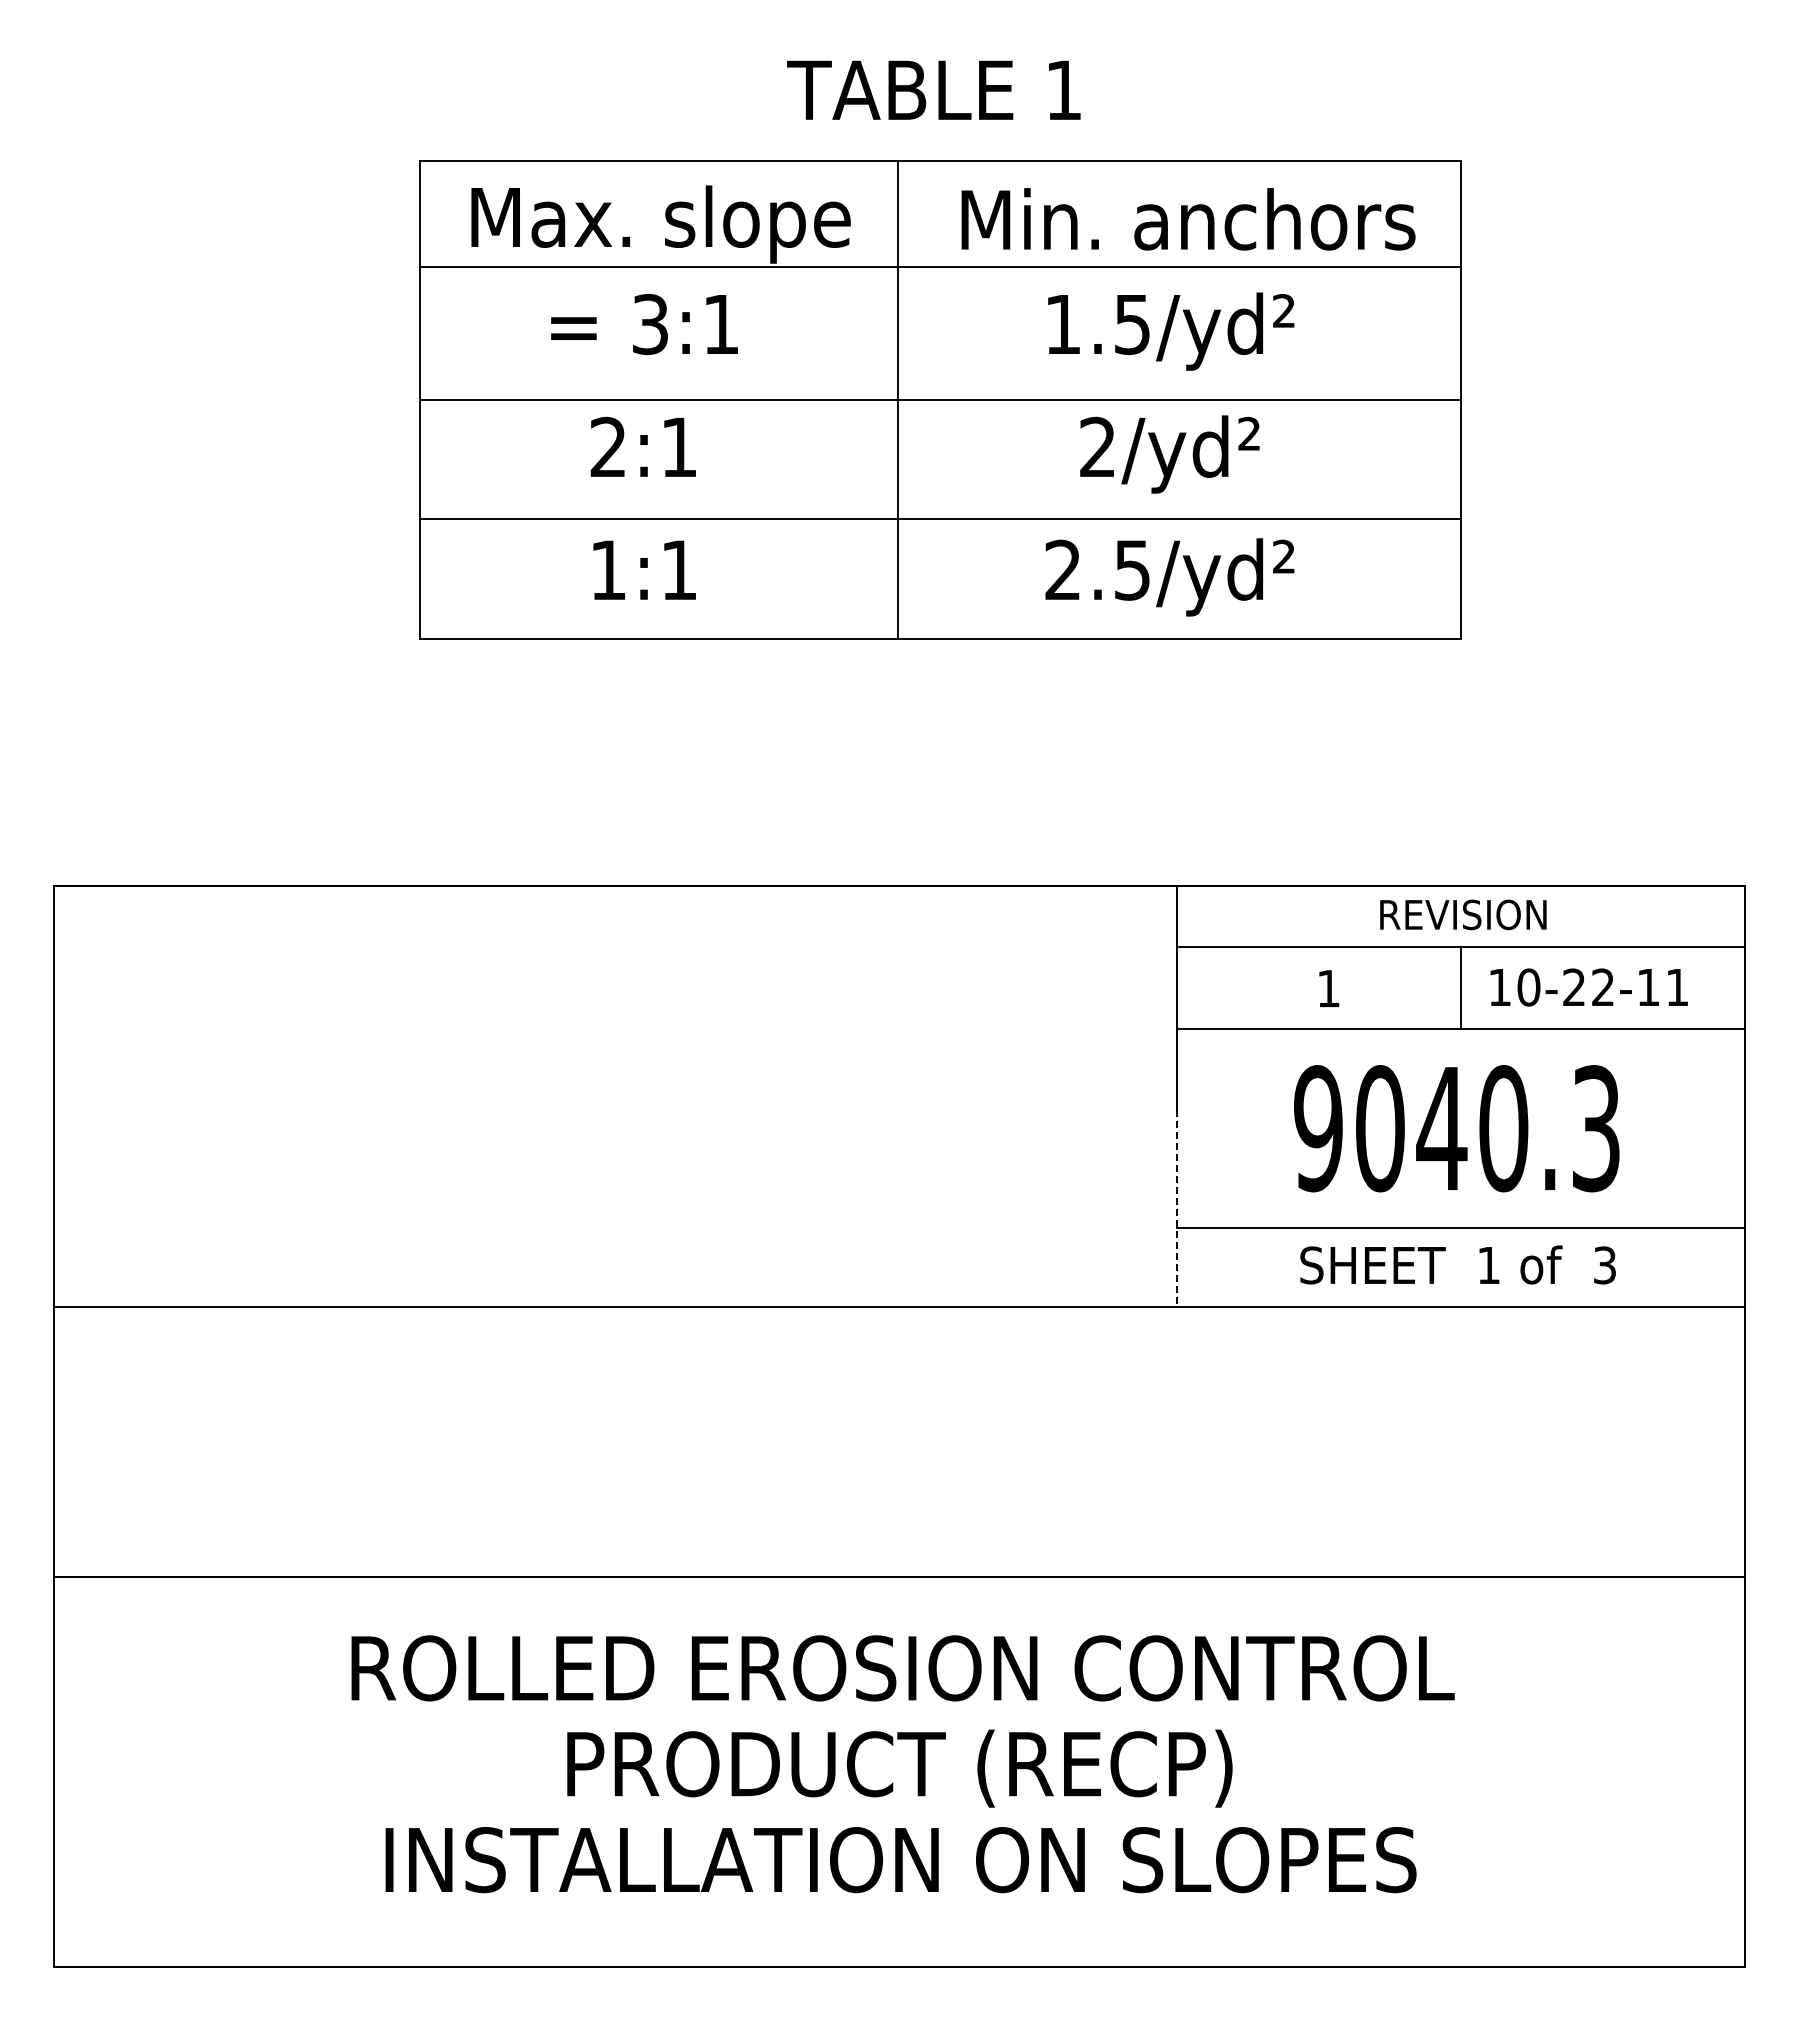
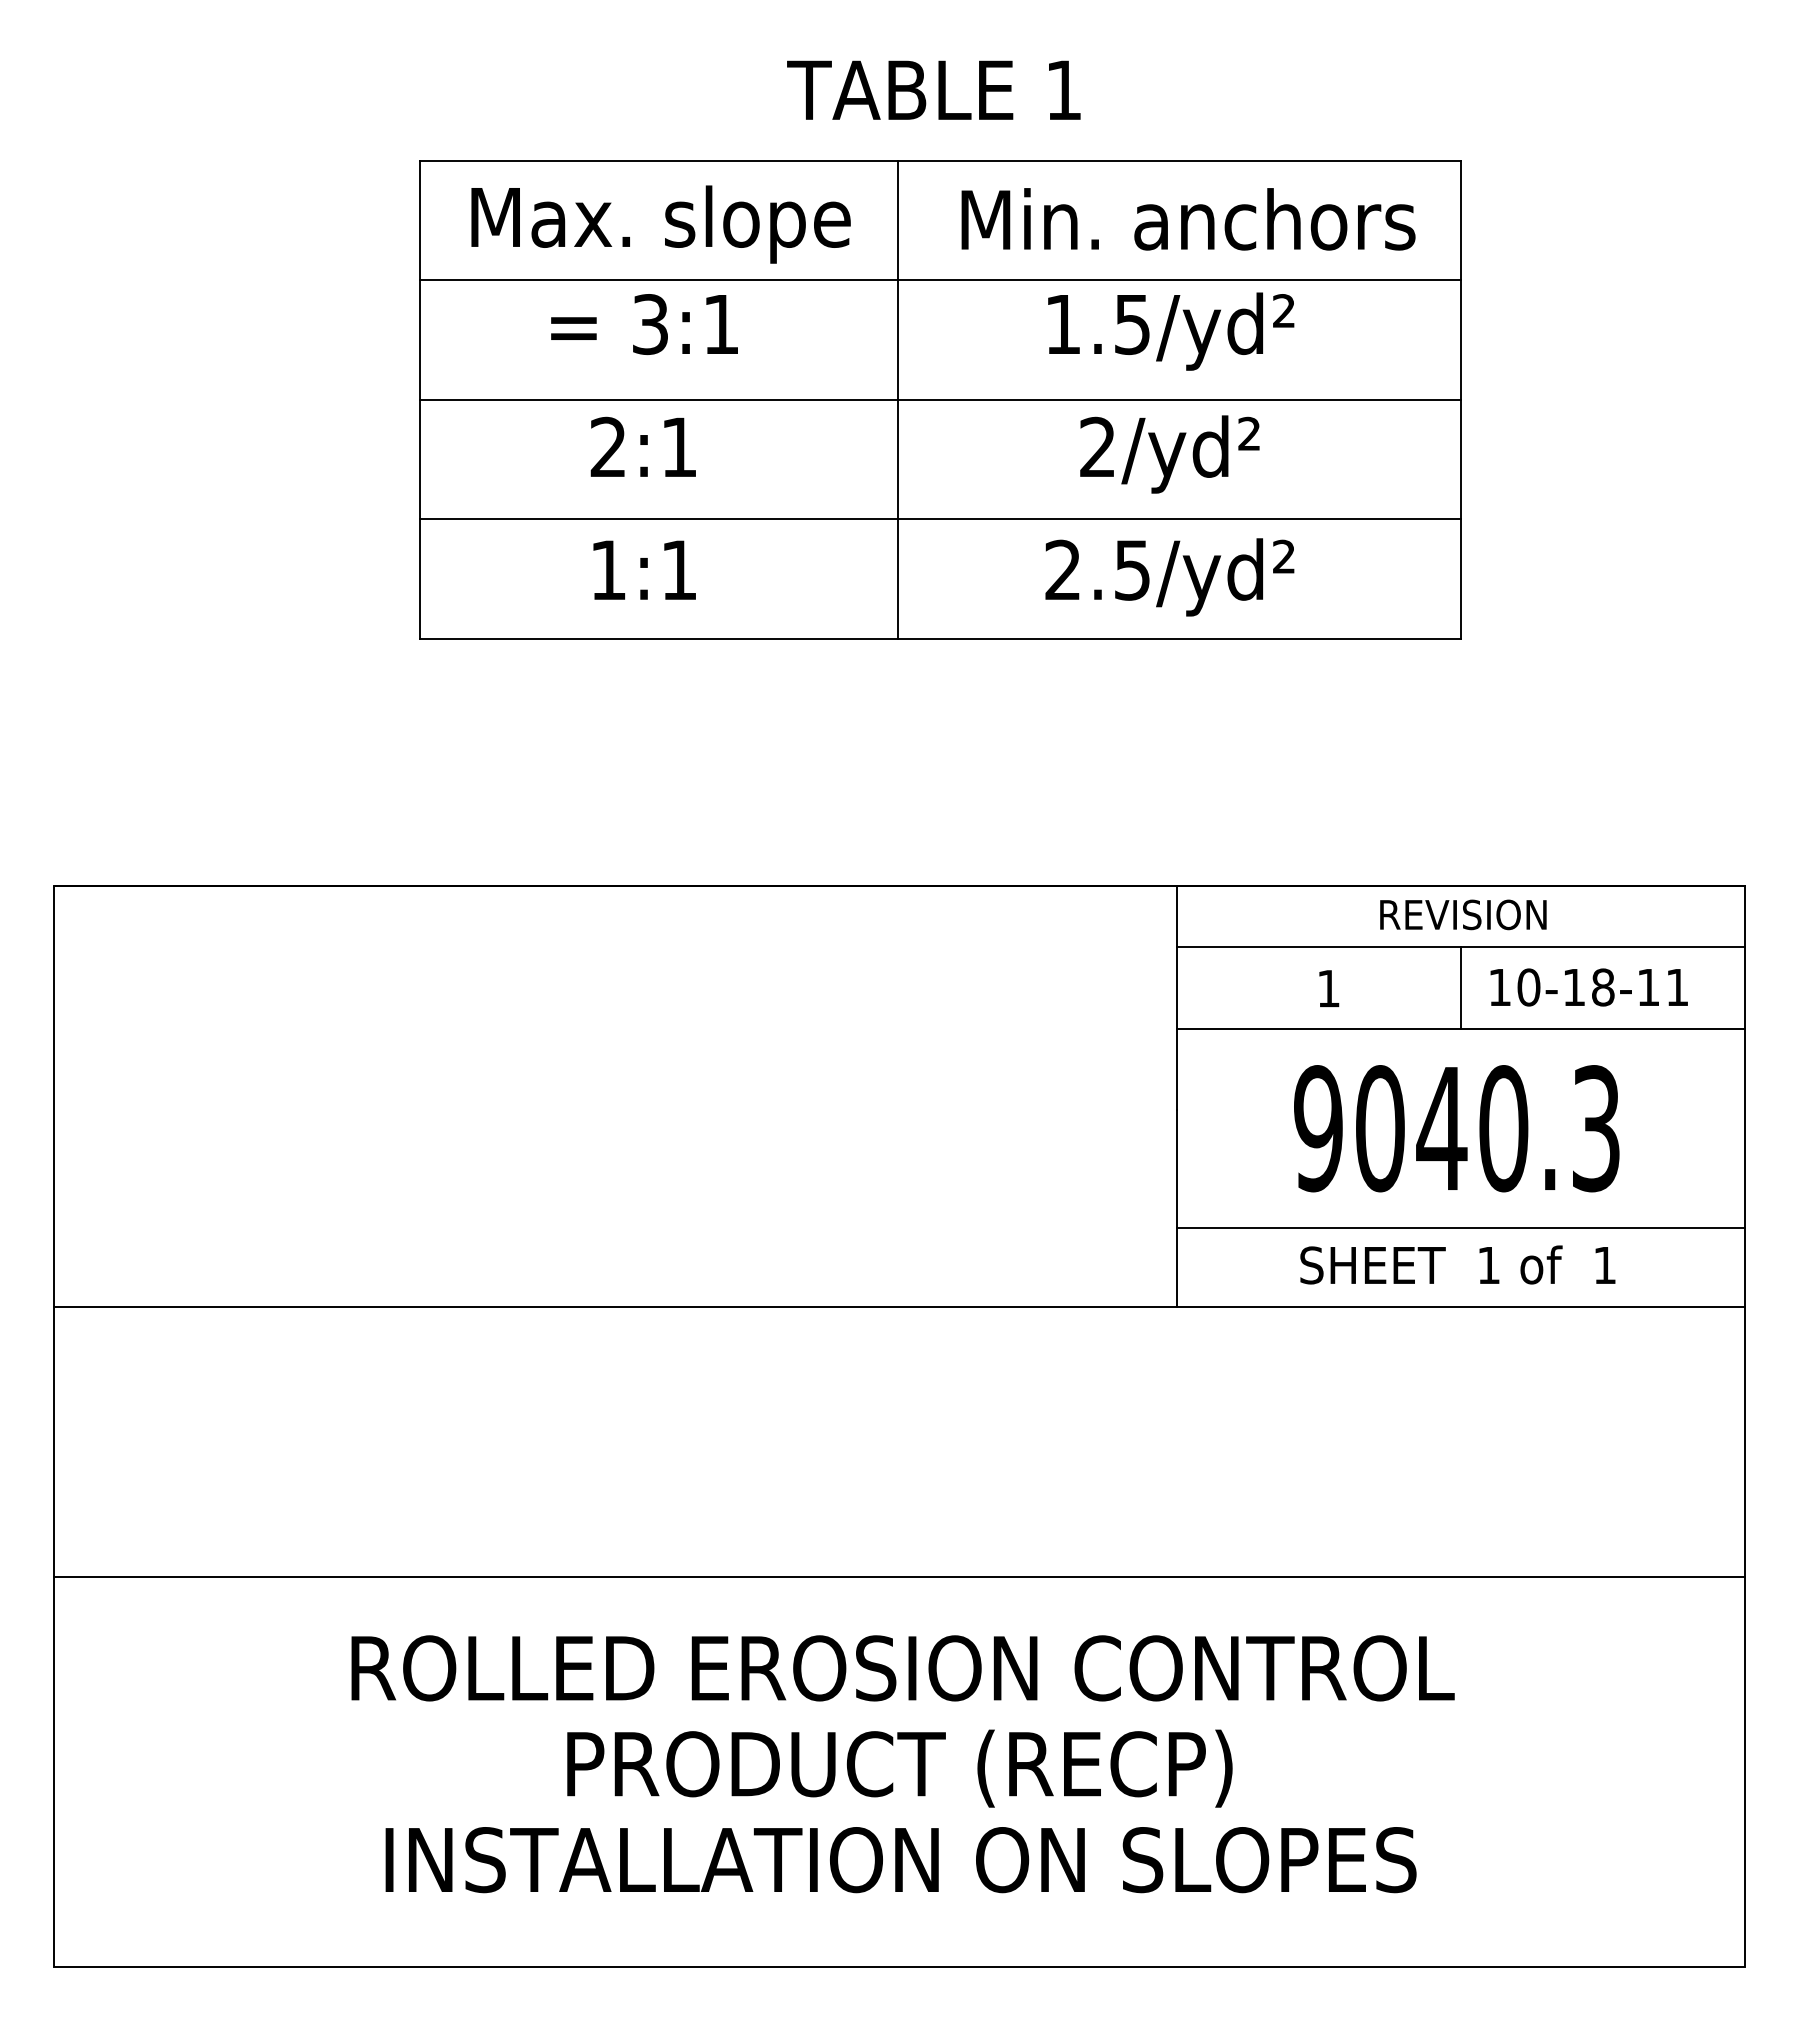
line at (939, 267) position: (939, 267) -> (939, 280)
text at (1588, 987): 10-22-11 -> 10-18-11
line at (1177, 1209): dashed -> solid
text at (1604, 1265): 3 -> 1
